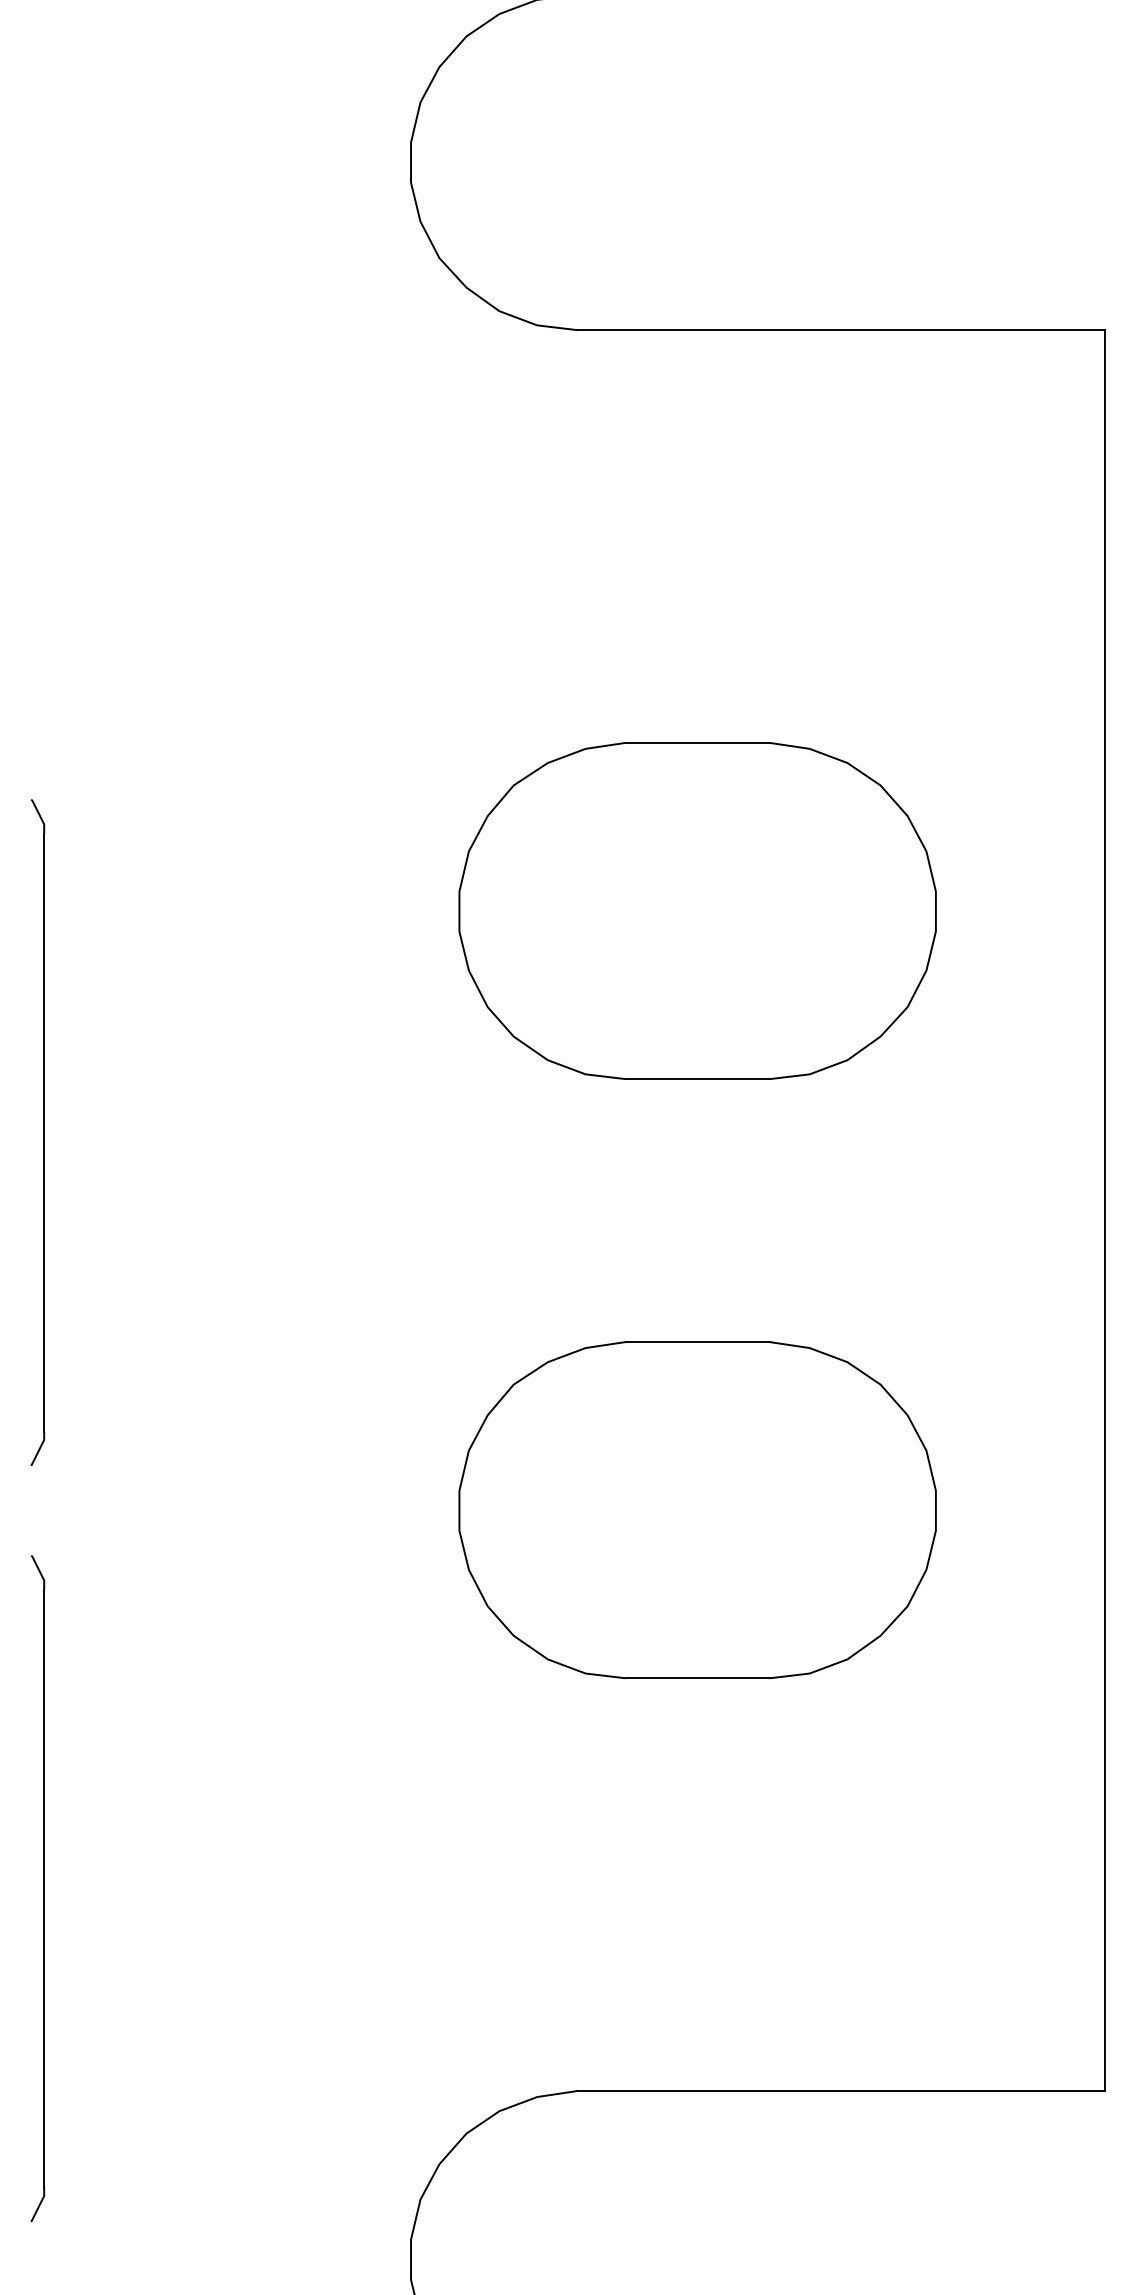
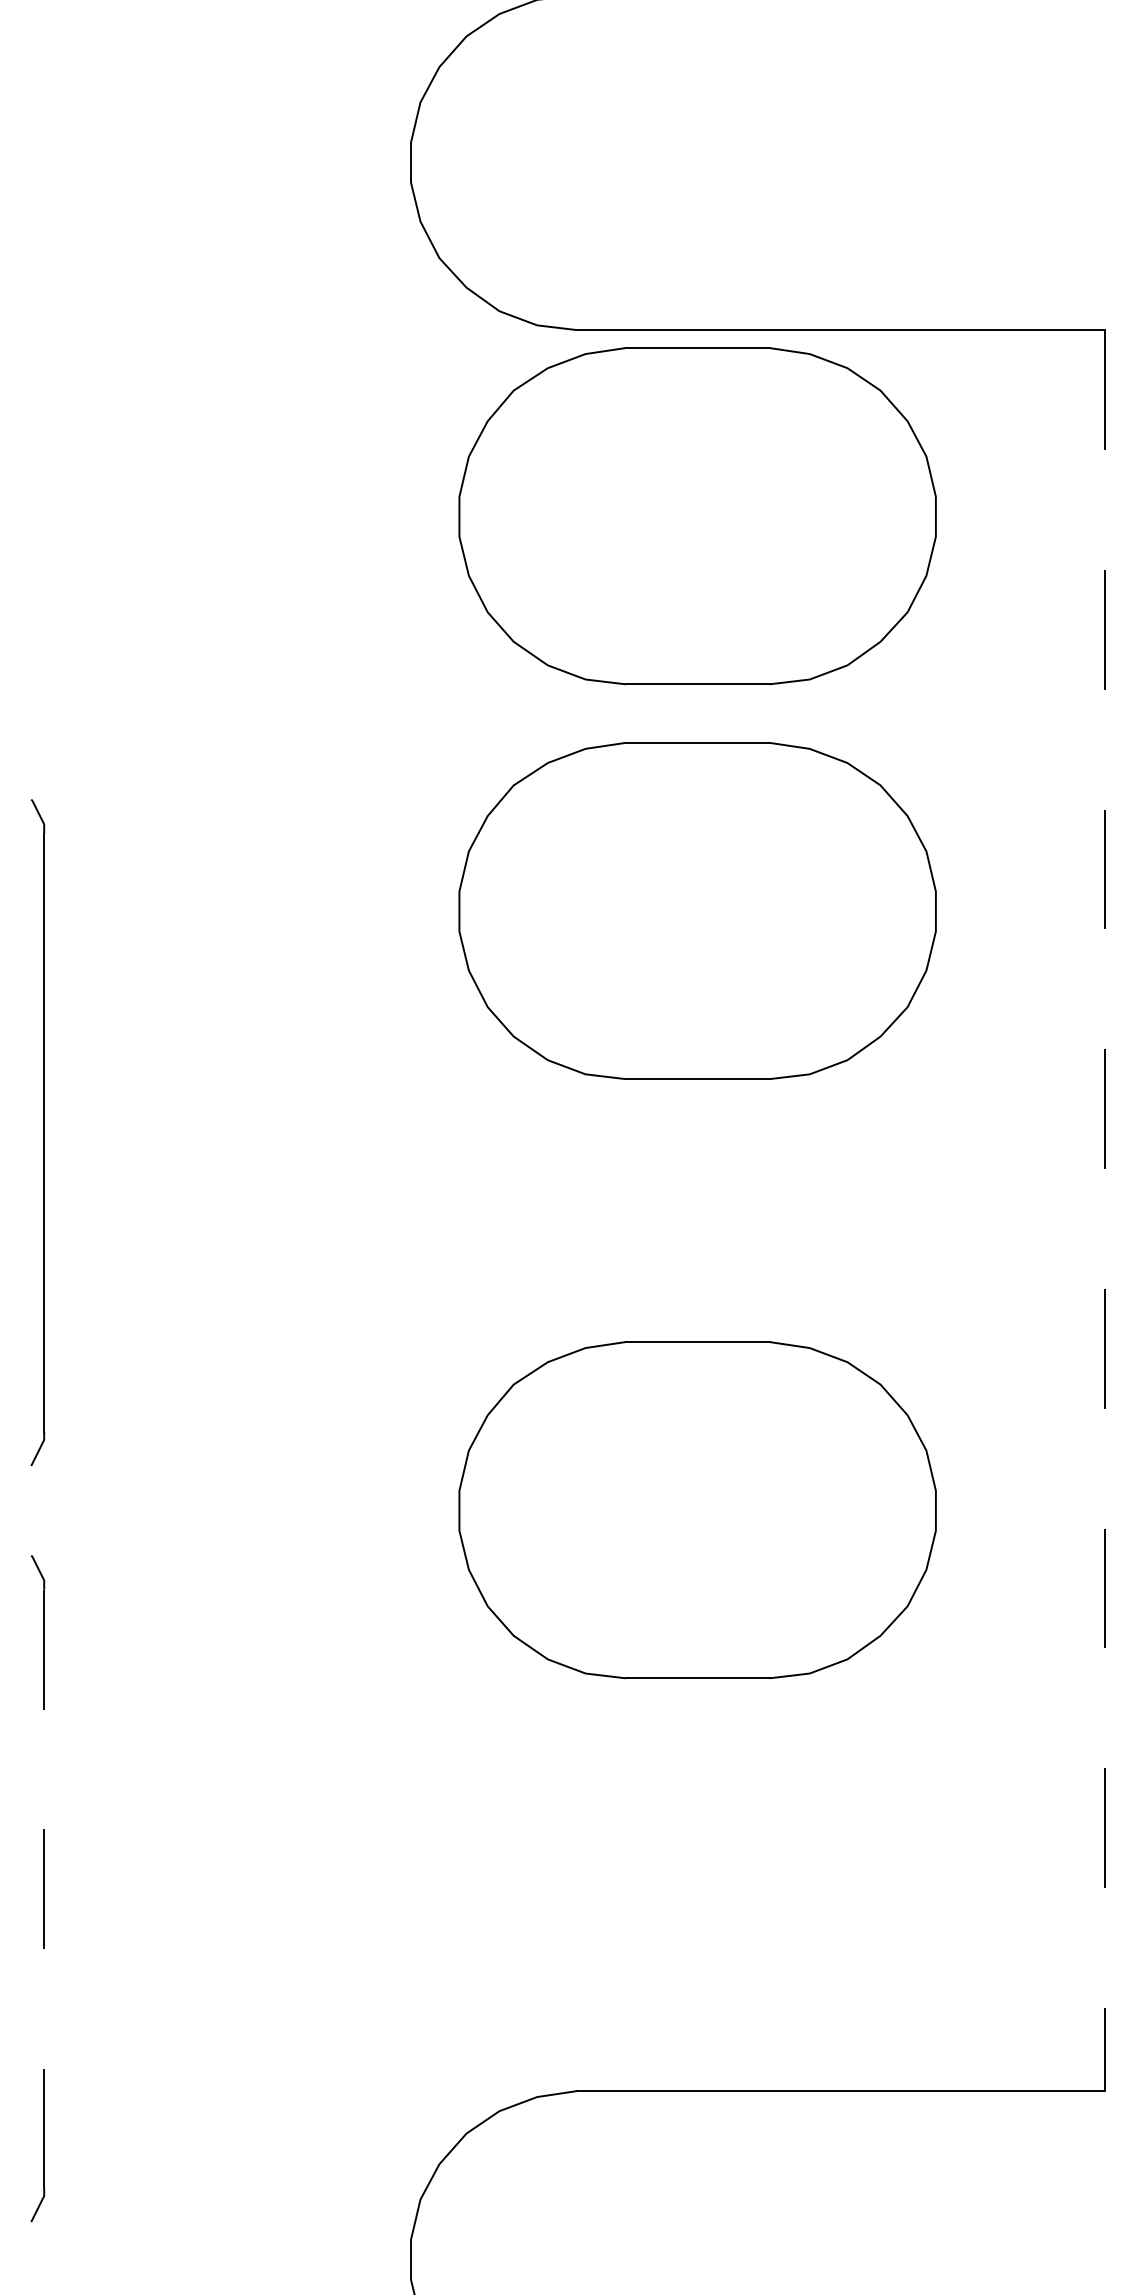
part at (697, 516): none -> present
line at (1104, 1211): solid -> dashed
line at (44, 1889): solid -> dashed
